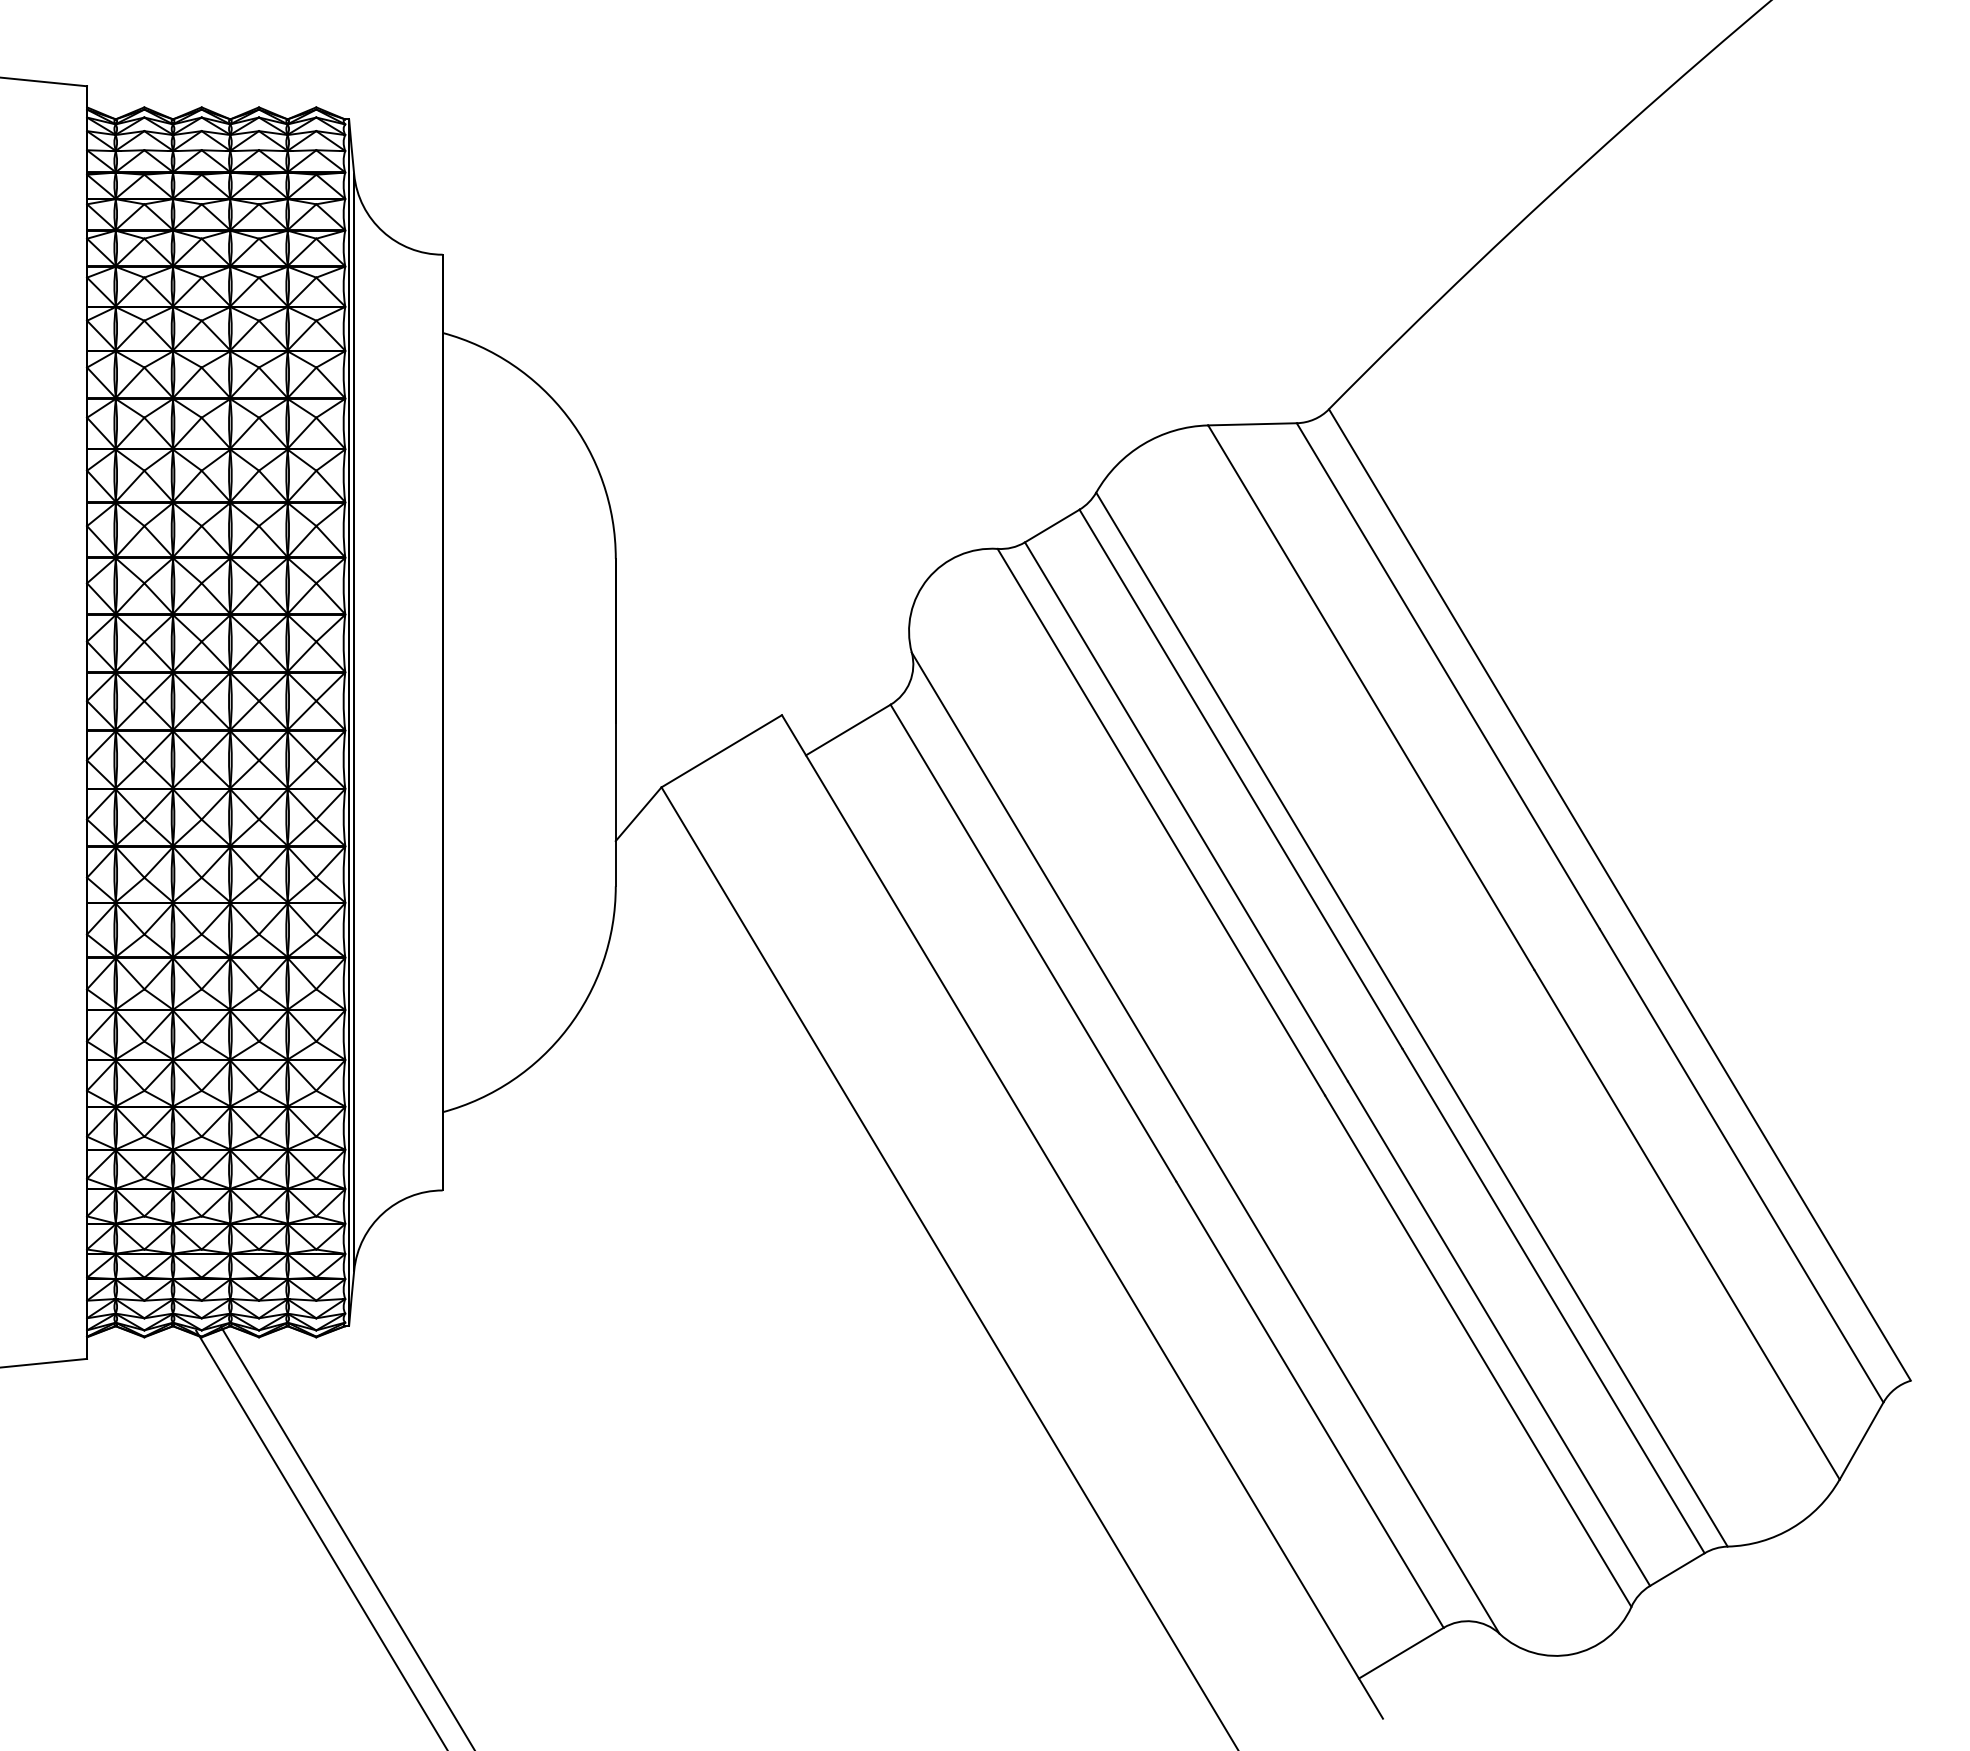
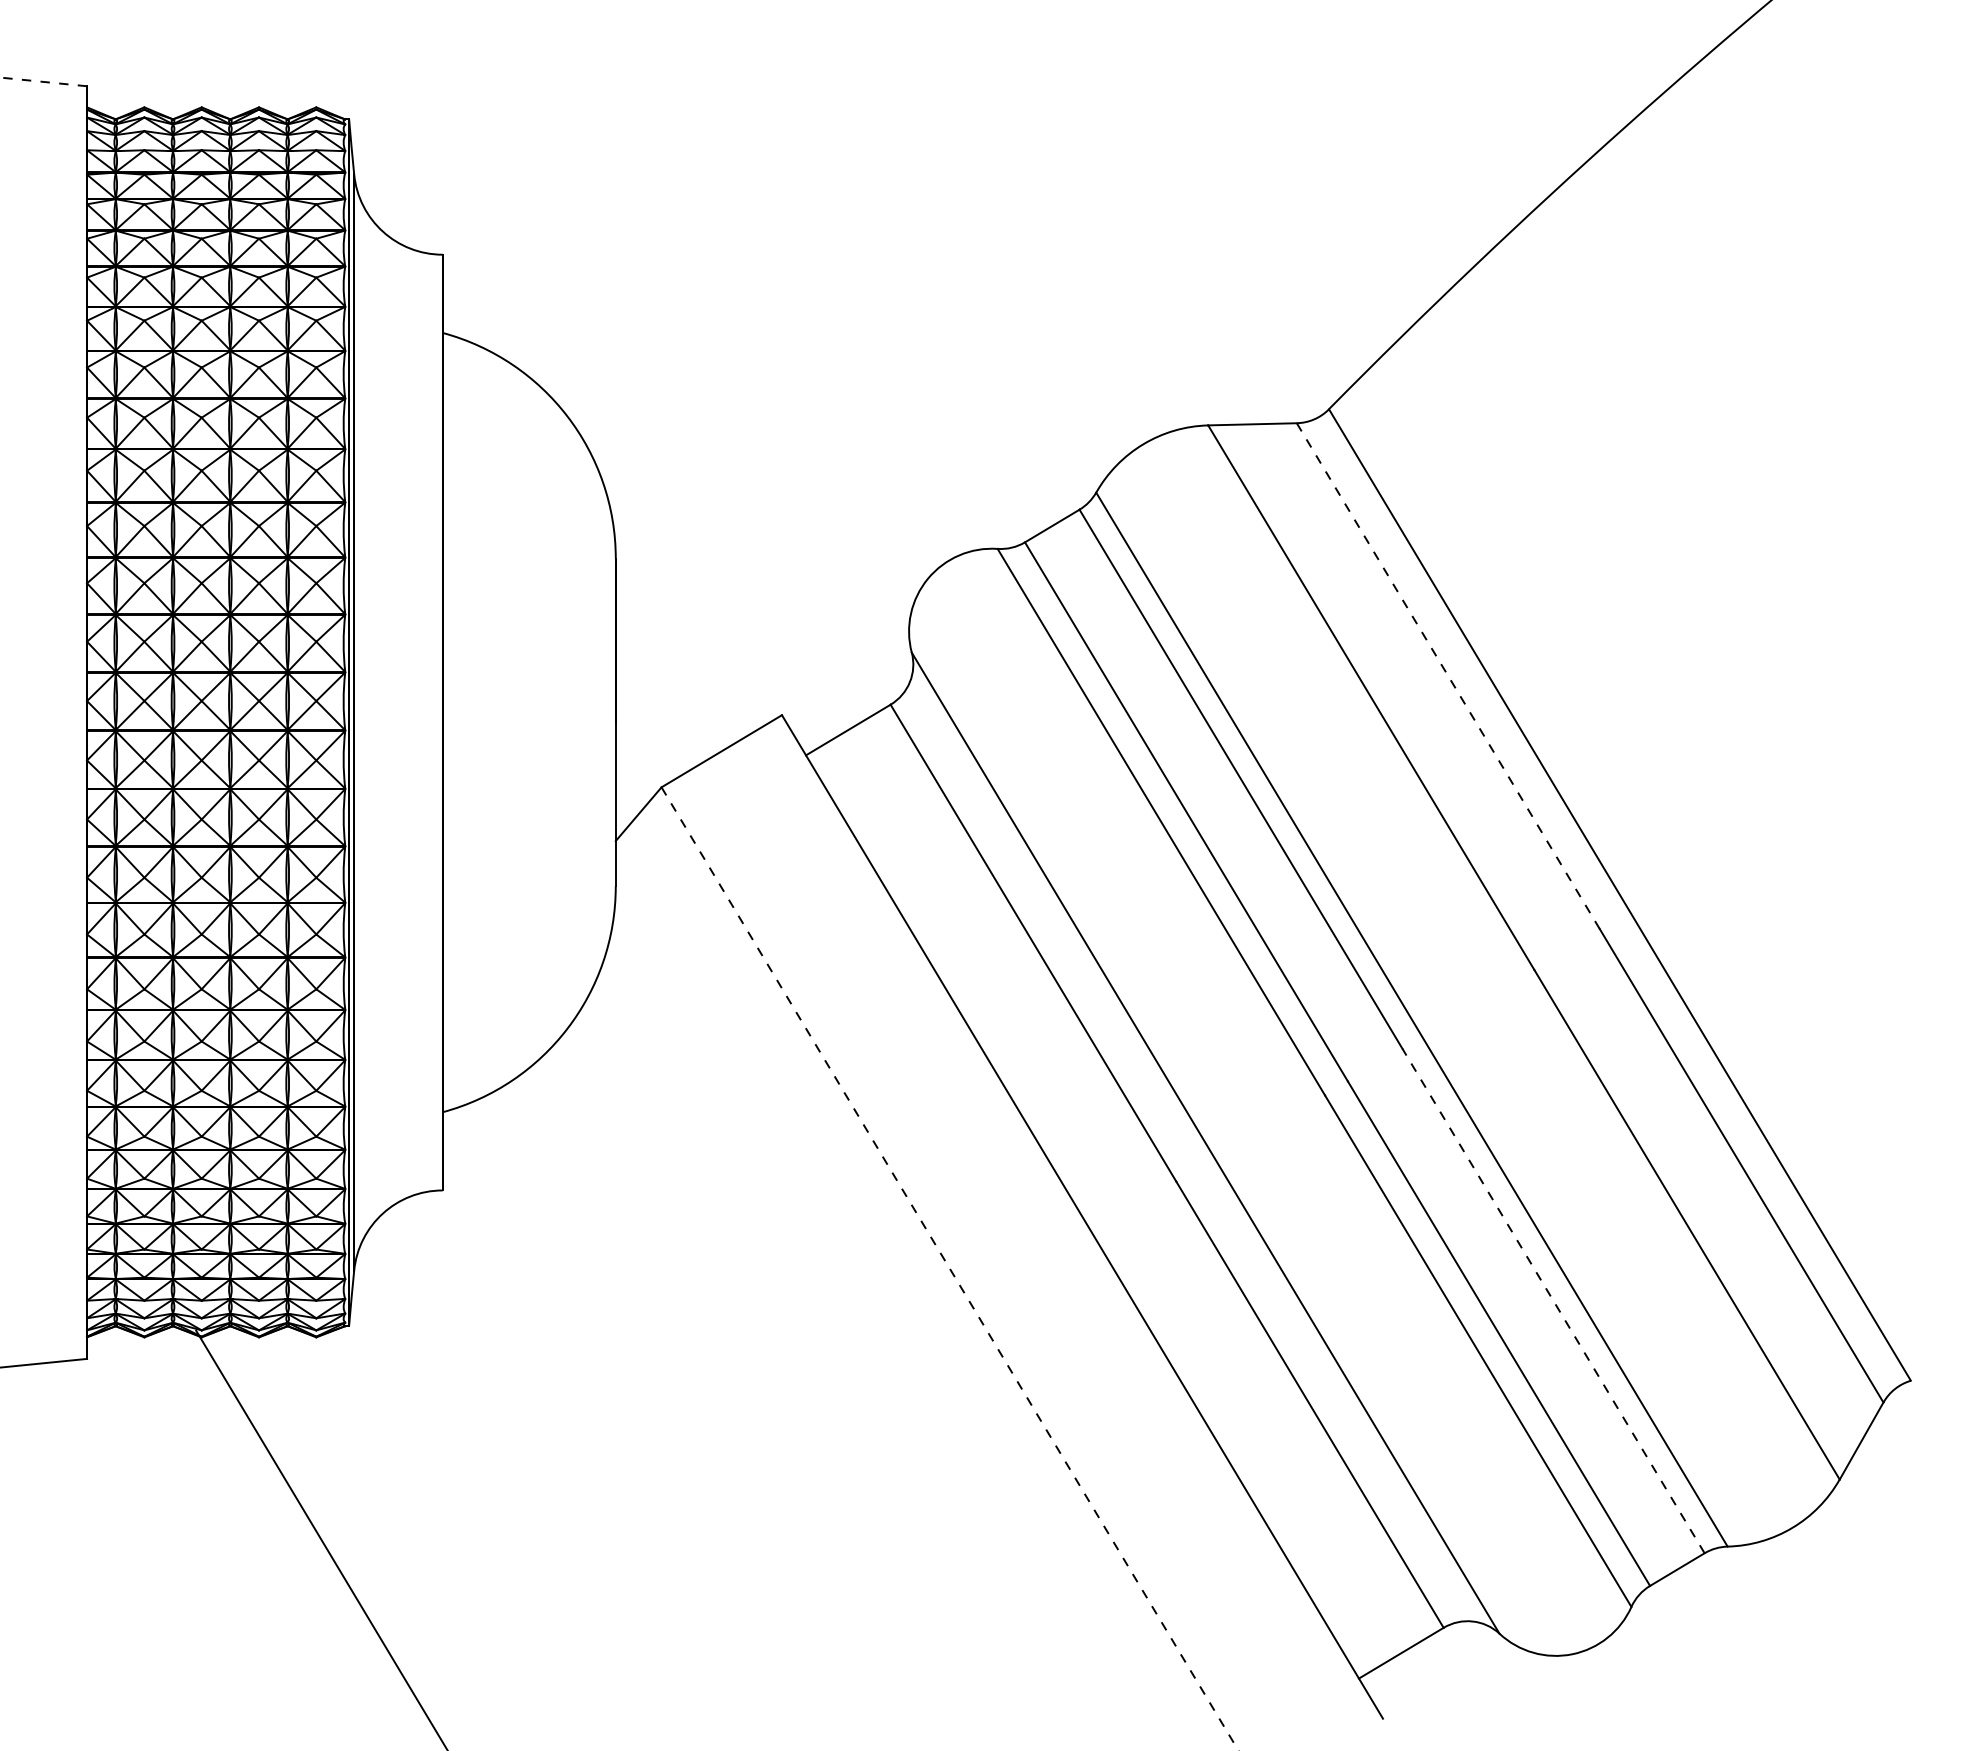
line at (43, 81): solid -> dashed
line at (1448, 676): solid -> dashed
line at (949, 1268): solid -> dashed
line at (1553, 1300): solid -> dashed
line at (346, 1536): present -> none
